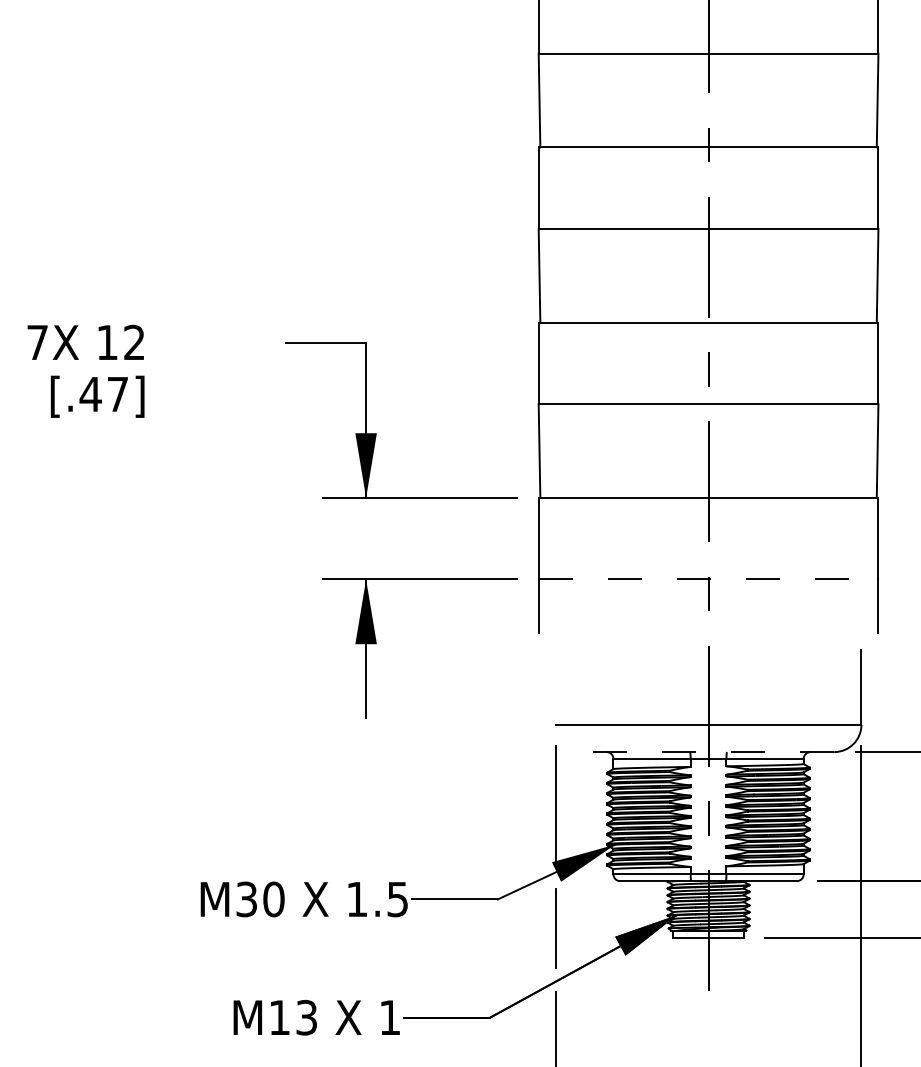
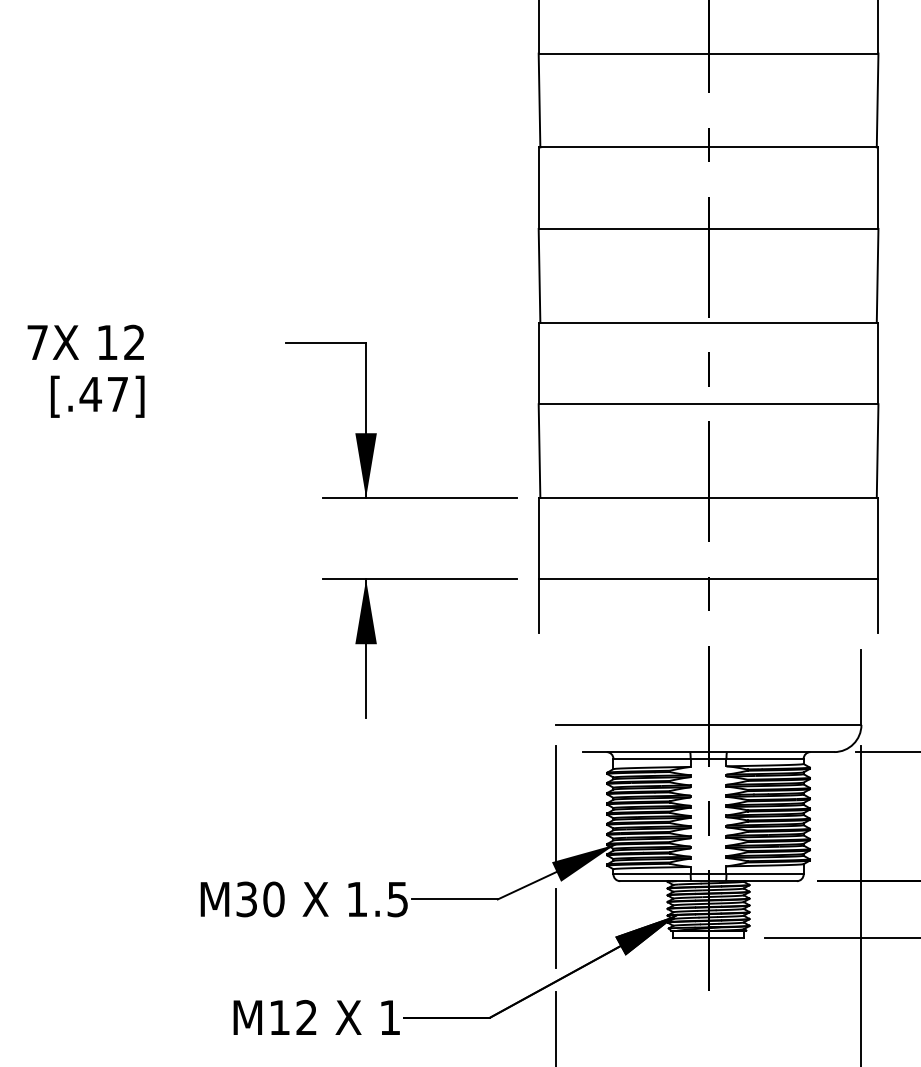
line at (708, 579): dashed -> solid
line at (708, 752): dashed -> solid
text at (306, 1017): M13 -> M12
